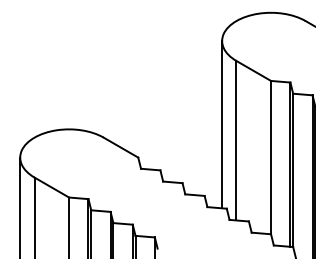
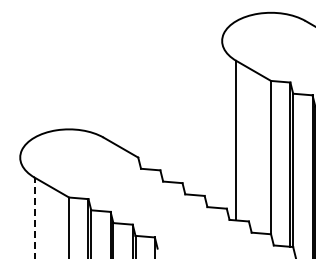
line at (222, 124): present -> none
line at (20, 206): present -> none
line at (34, 217): solid -> dashed
